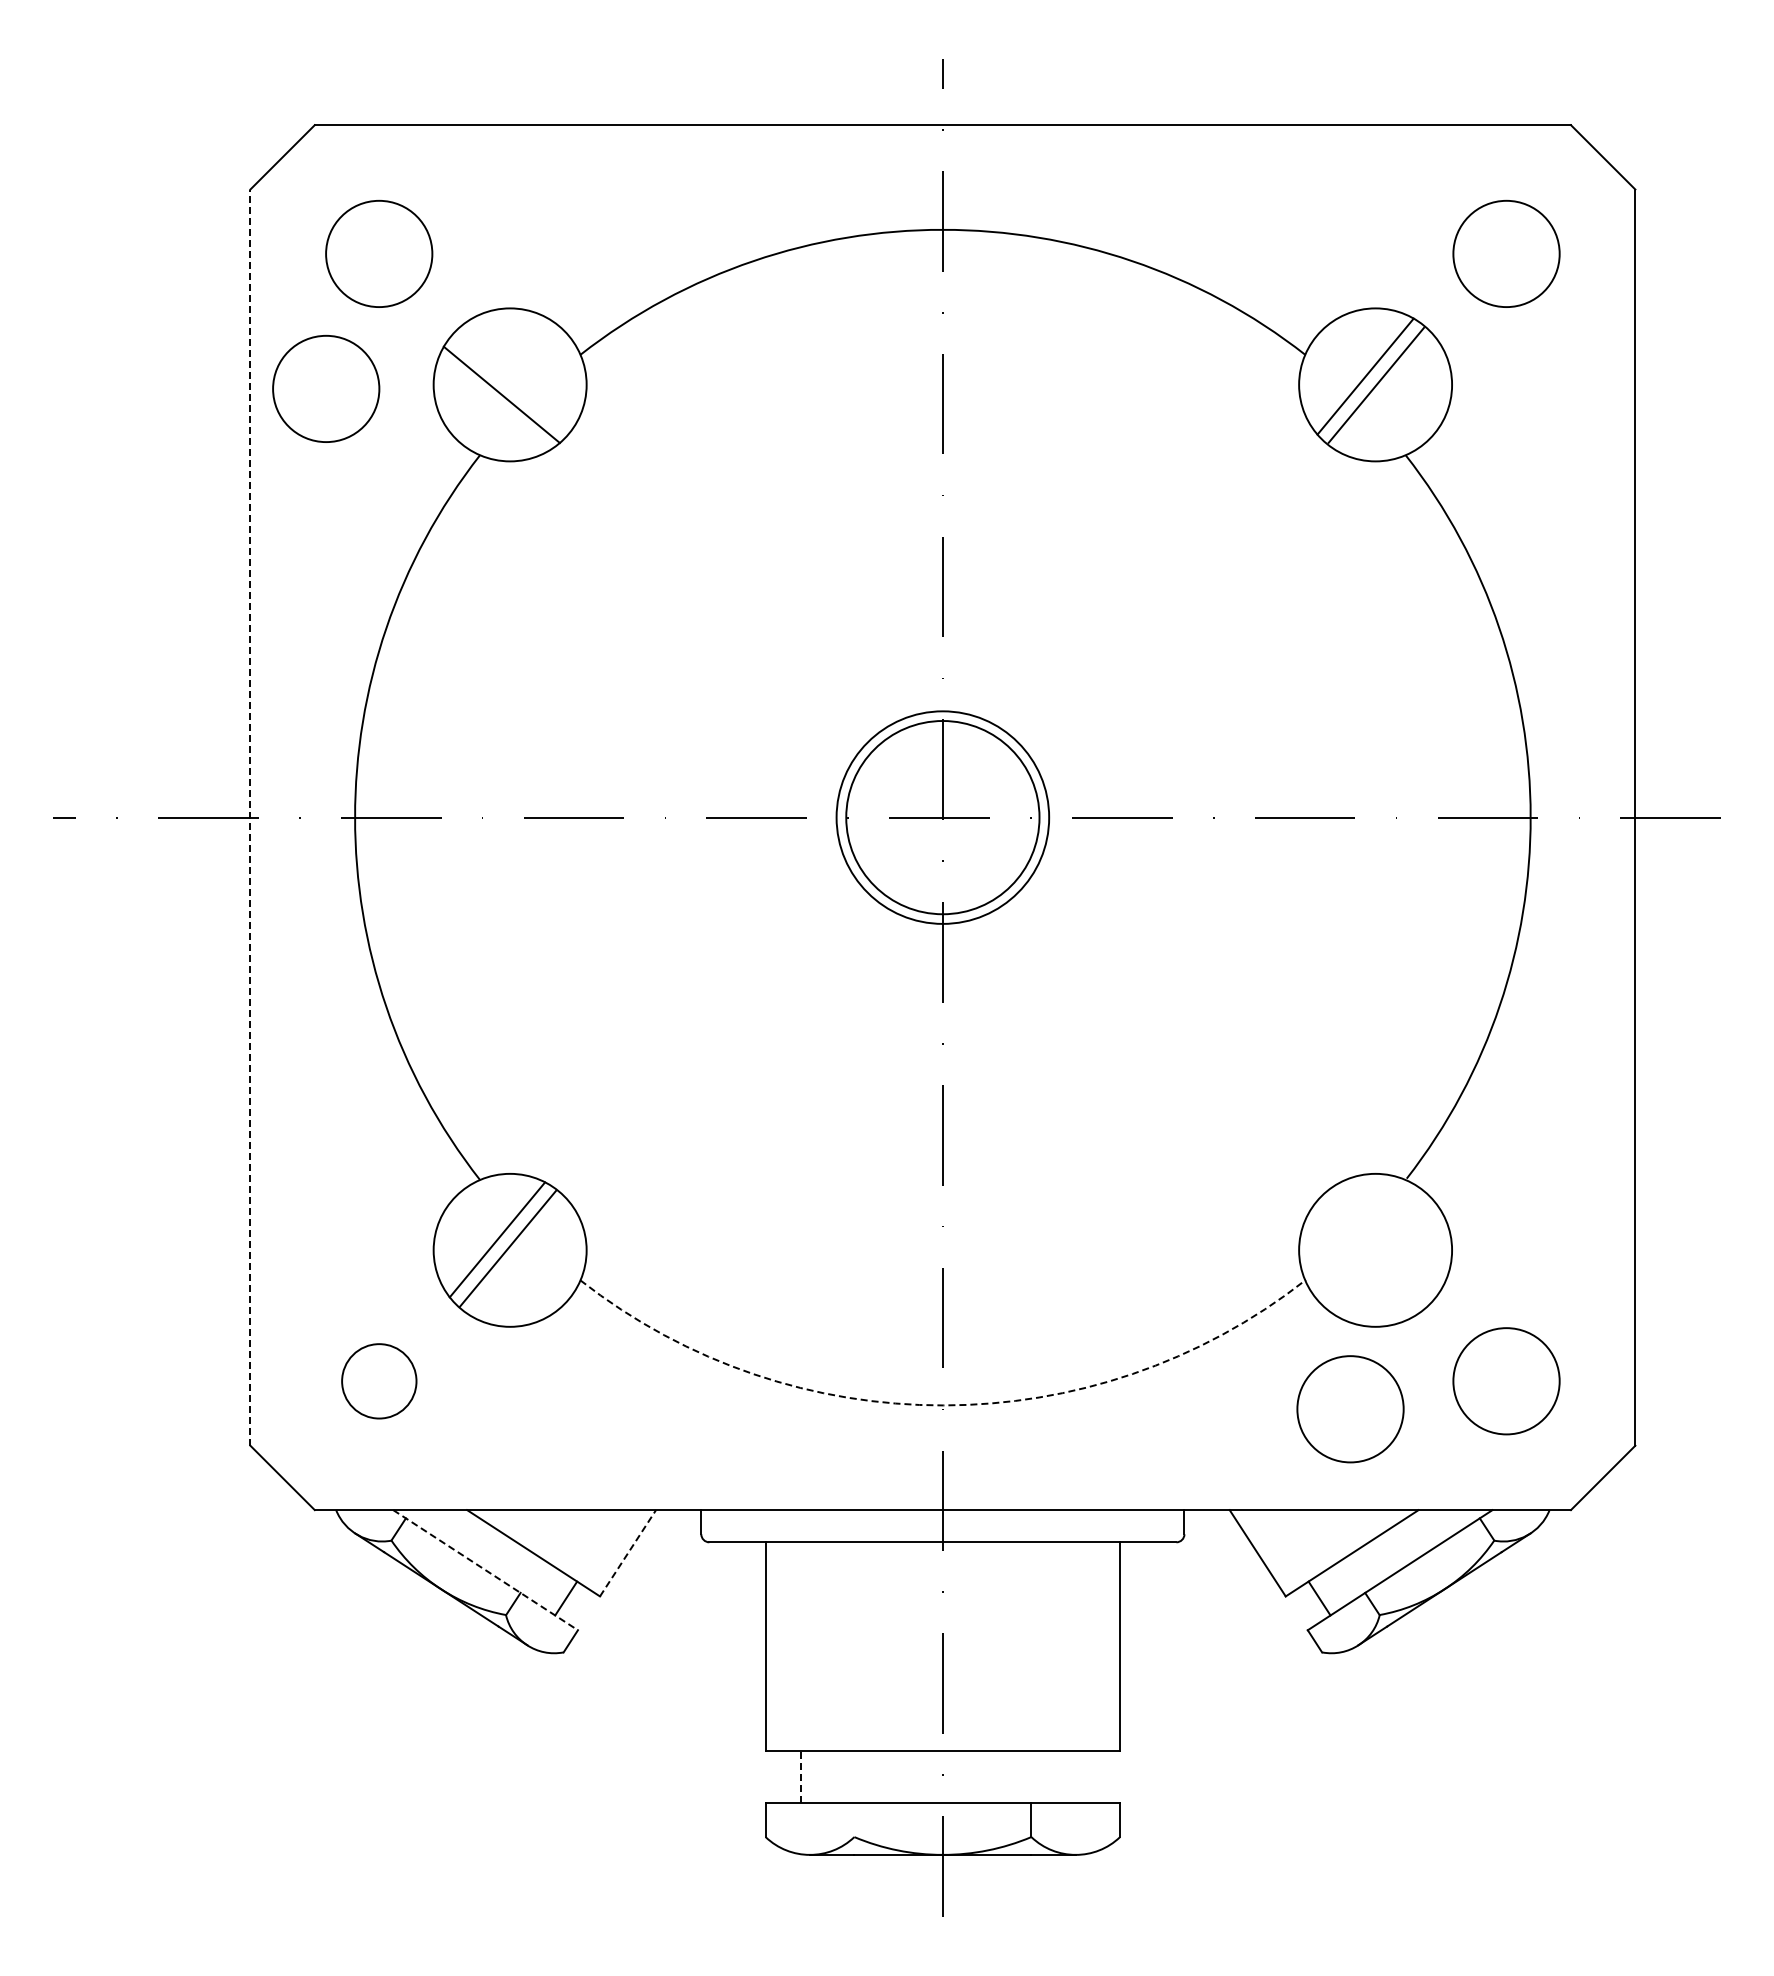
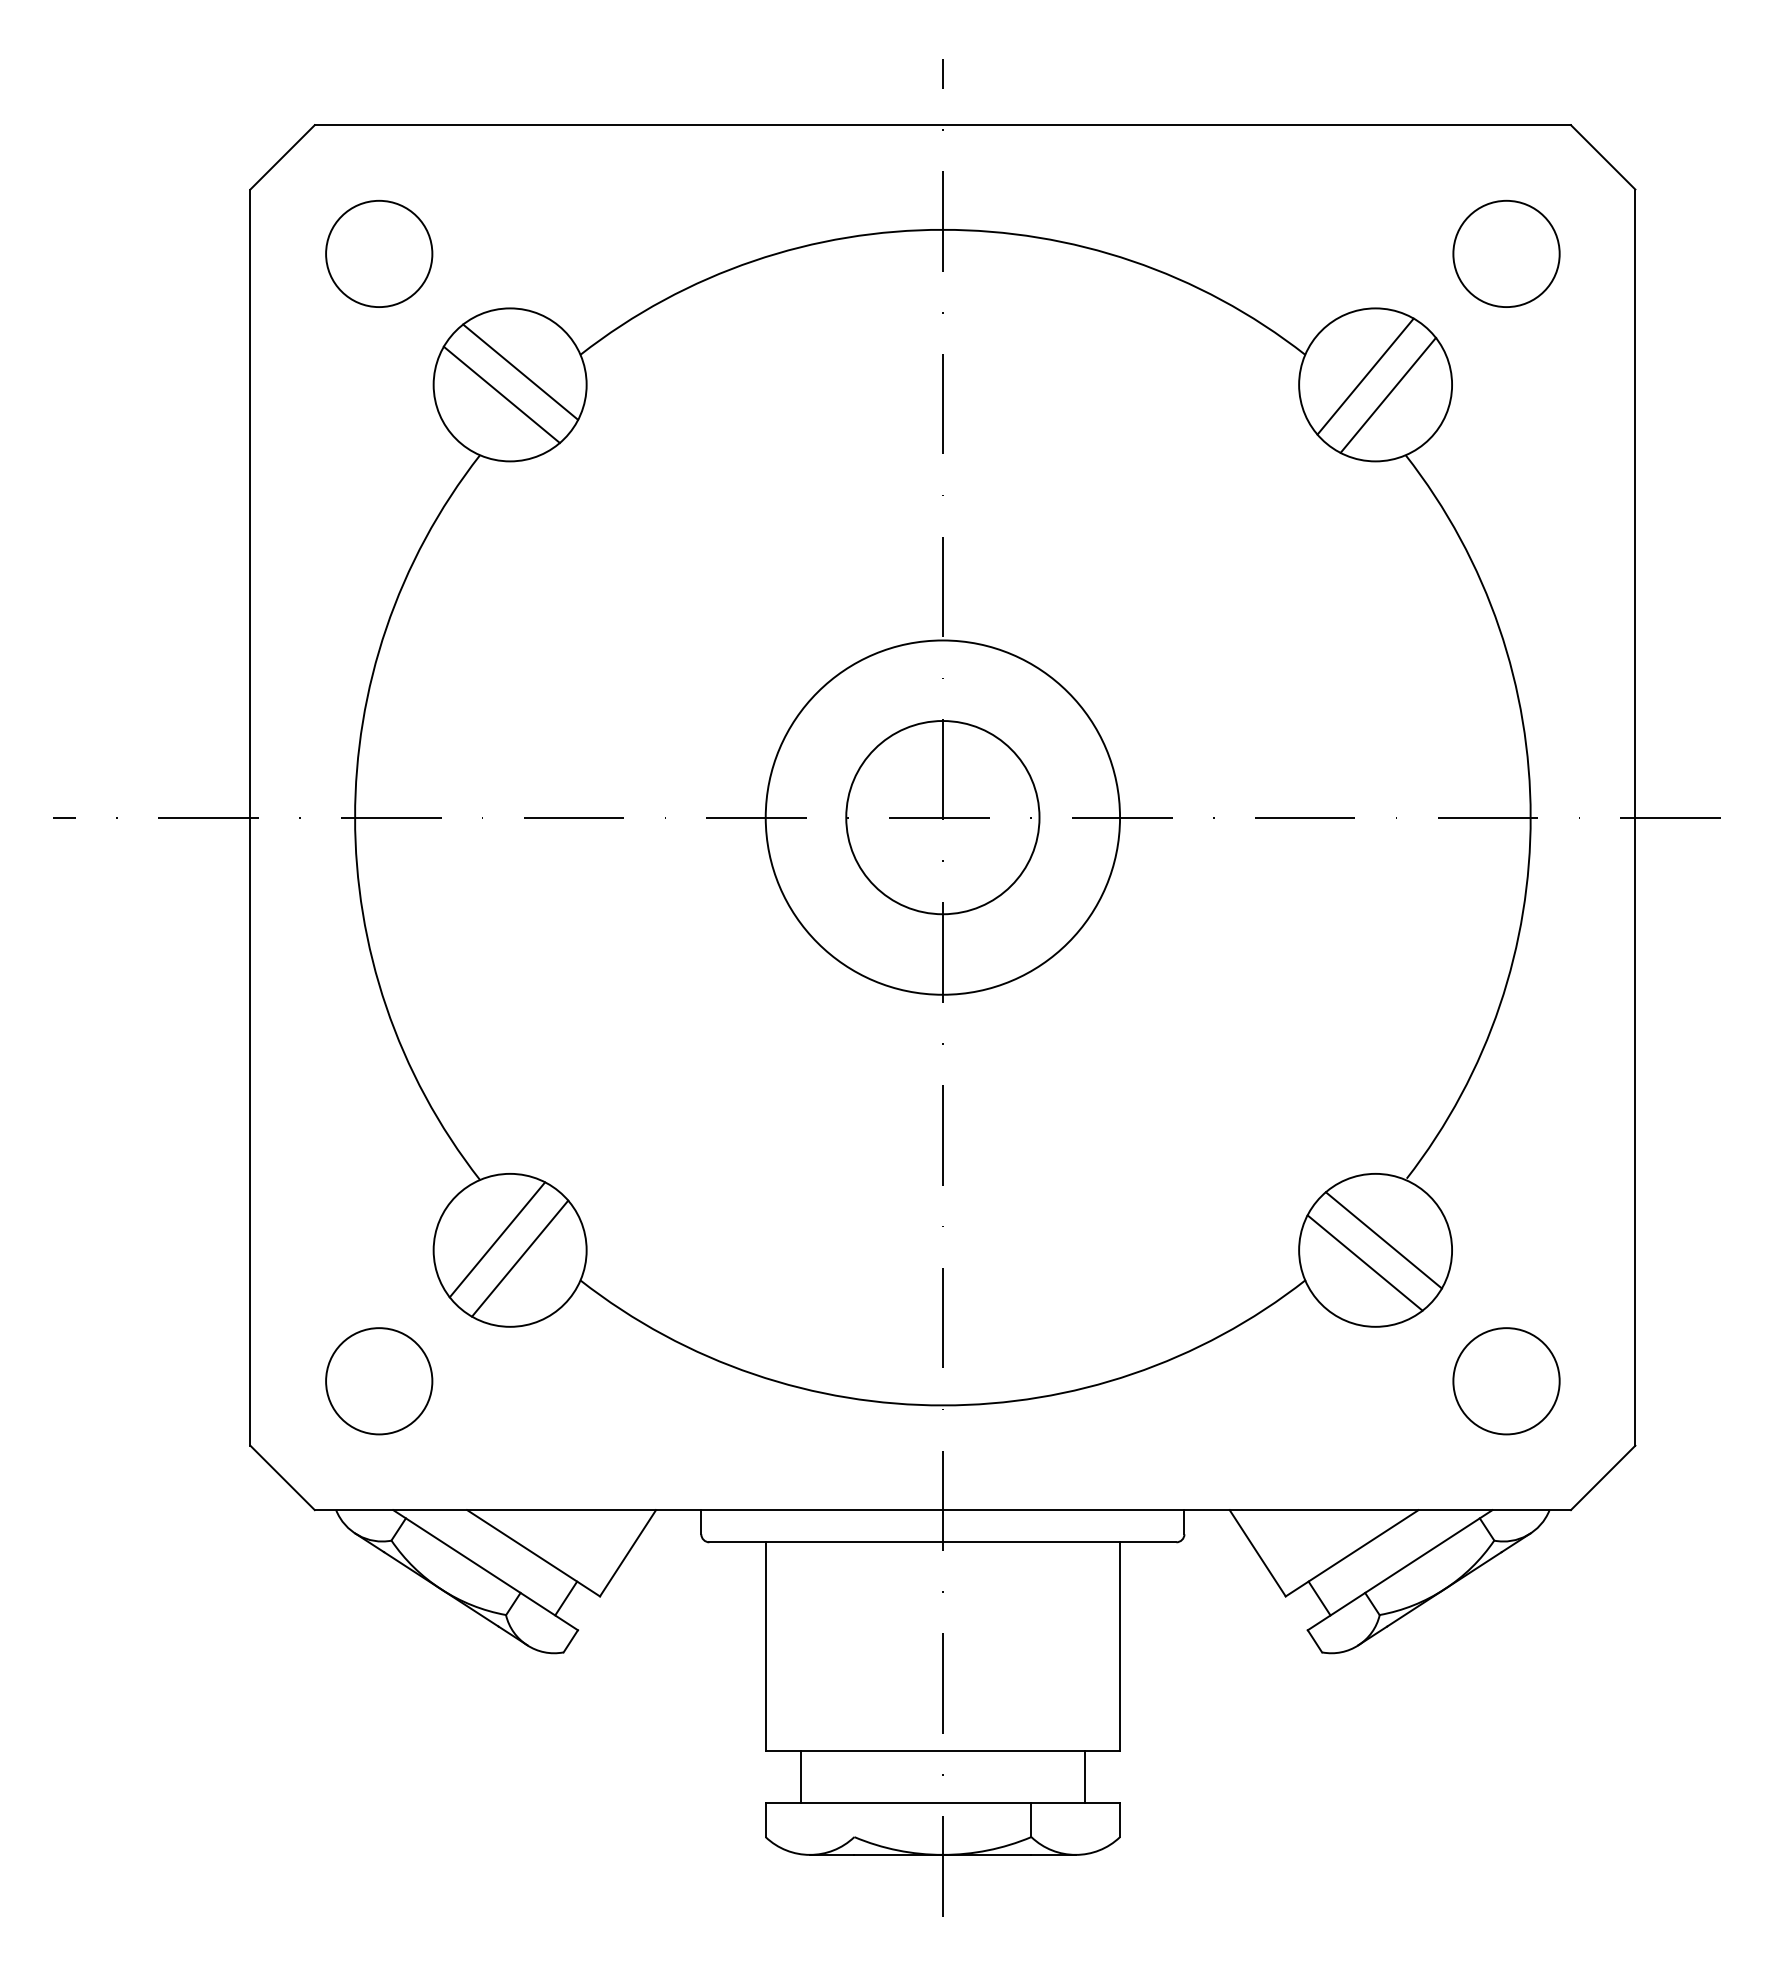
line at (520, 371): none -> present
line at (1376, 384) position: (1376, 384) -> (1388, 394)
circle at (326, 388): present -> none
line at (250, 817): dashed -> solid
circle at (942, 817) diameter: 213 px -> 354 px
line at (1383, 1240): none -> present
line at (507, 1248) position: (507, 1248) -> (519, 1258)
line at (1364, 1262): none -> present
circle at (379, 1381) size: 77x77 px -> 109x109 px
arc at (943, 1405): dashed -> solid
circle at (1350, 1409): present -> none
line at (628, 1552): dashed -> solid
line at (486, 1570): dashed -> solid
line at (800, 1776): dashed -> solid
line at (1084, 1776): none -> present
